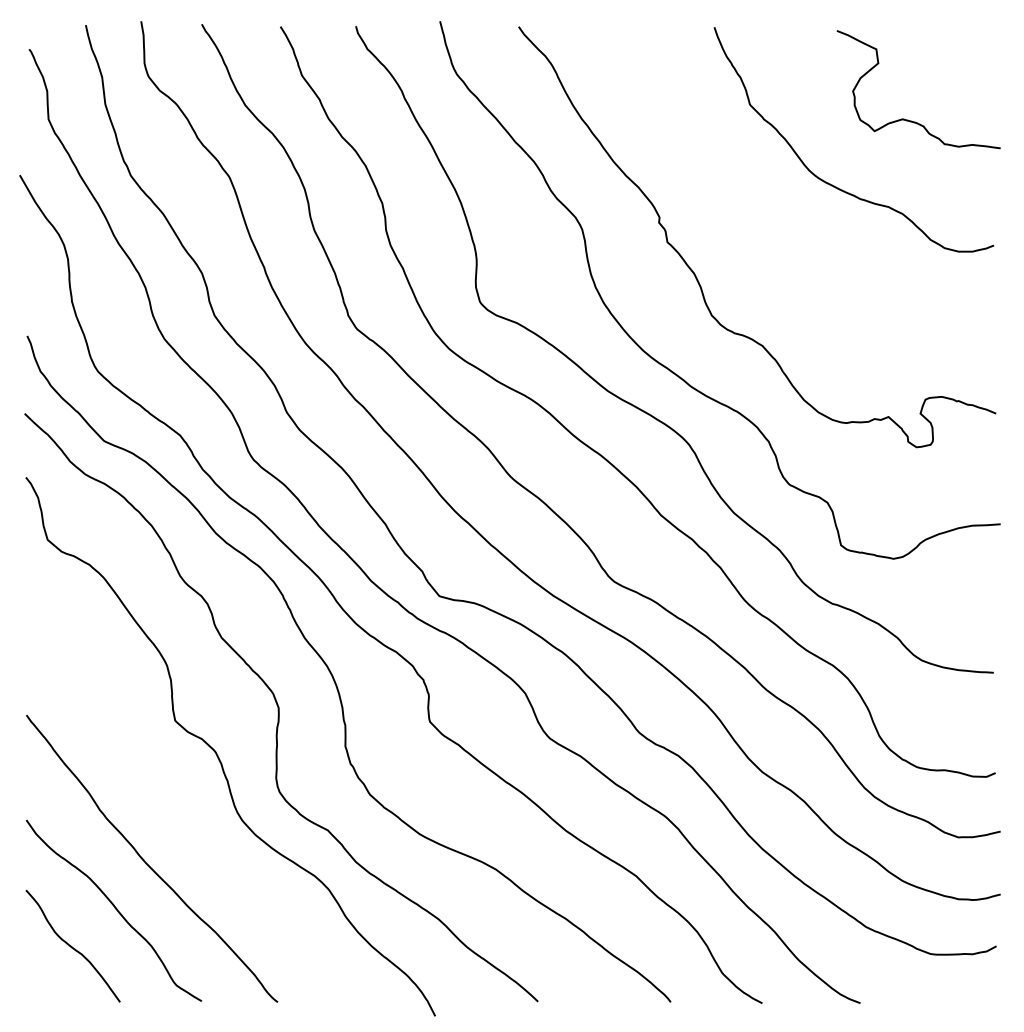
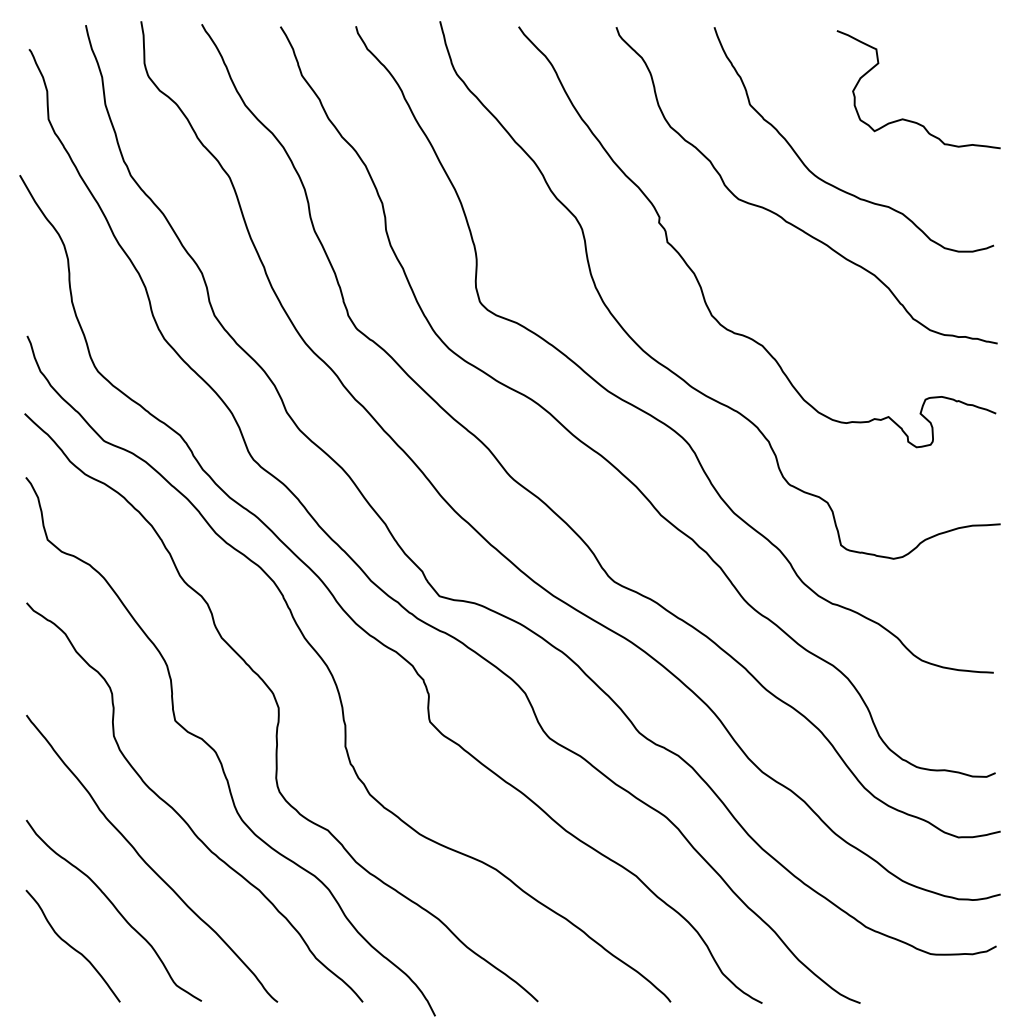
curve at (784, 218): none -> present
curve at (180, 815): none -> present
